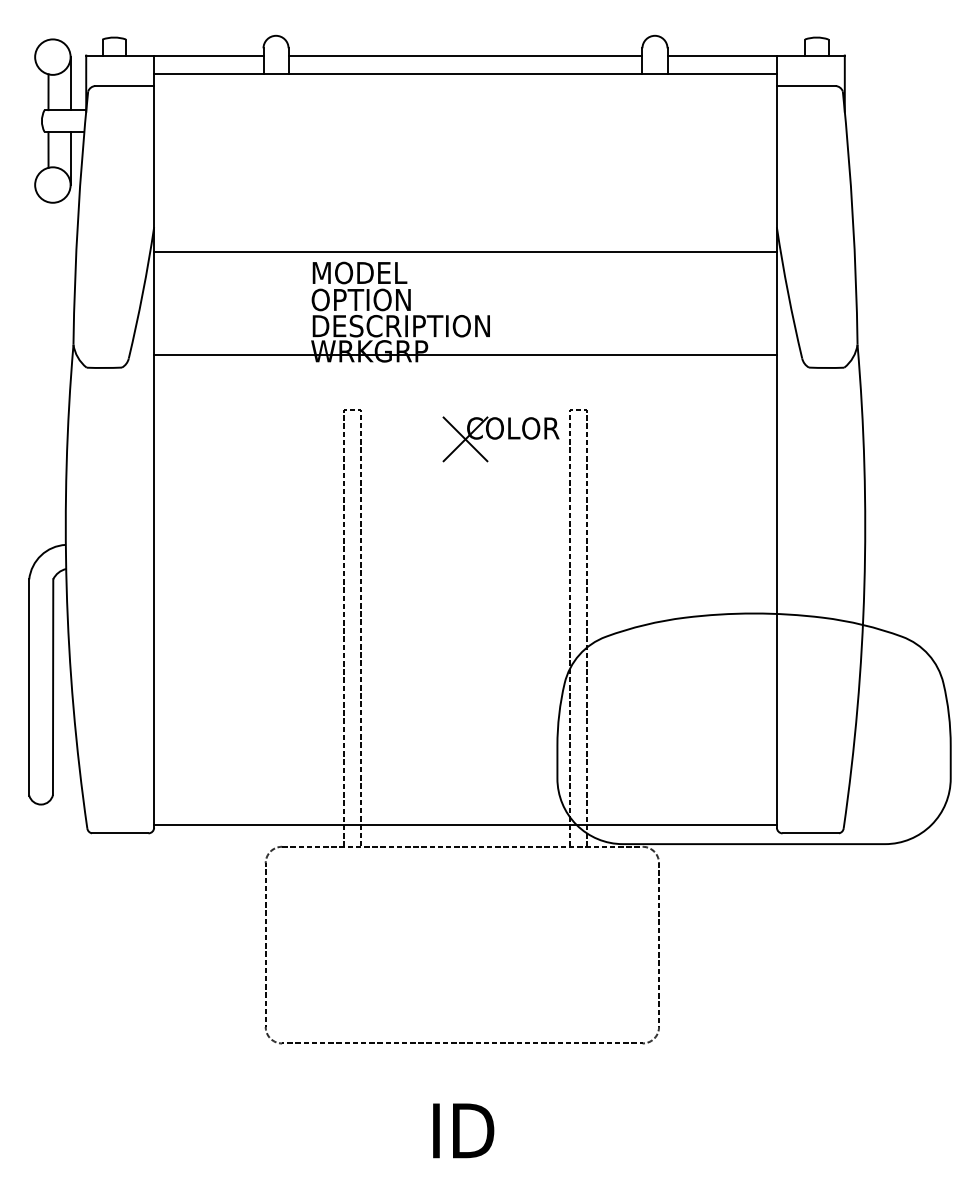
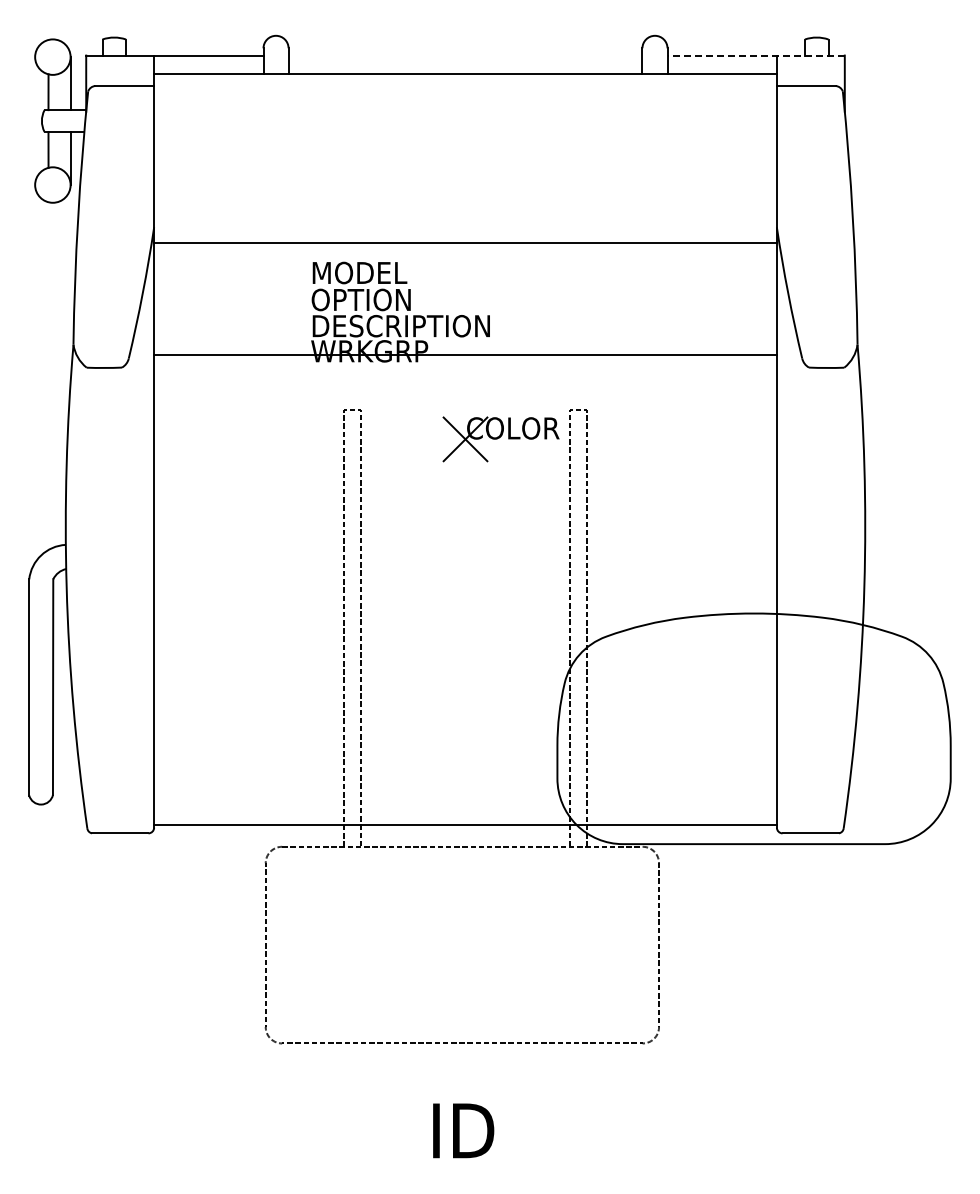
line at (465, 55): present -> none
line at (756, 55): solid -> dashed
line at (465, 252) position: (465, 252) -> (465, 243)
